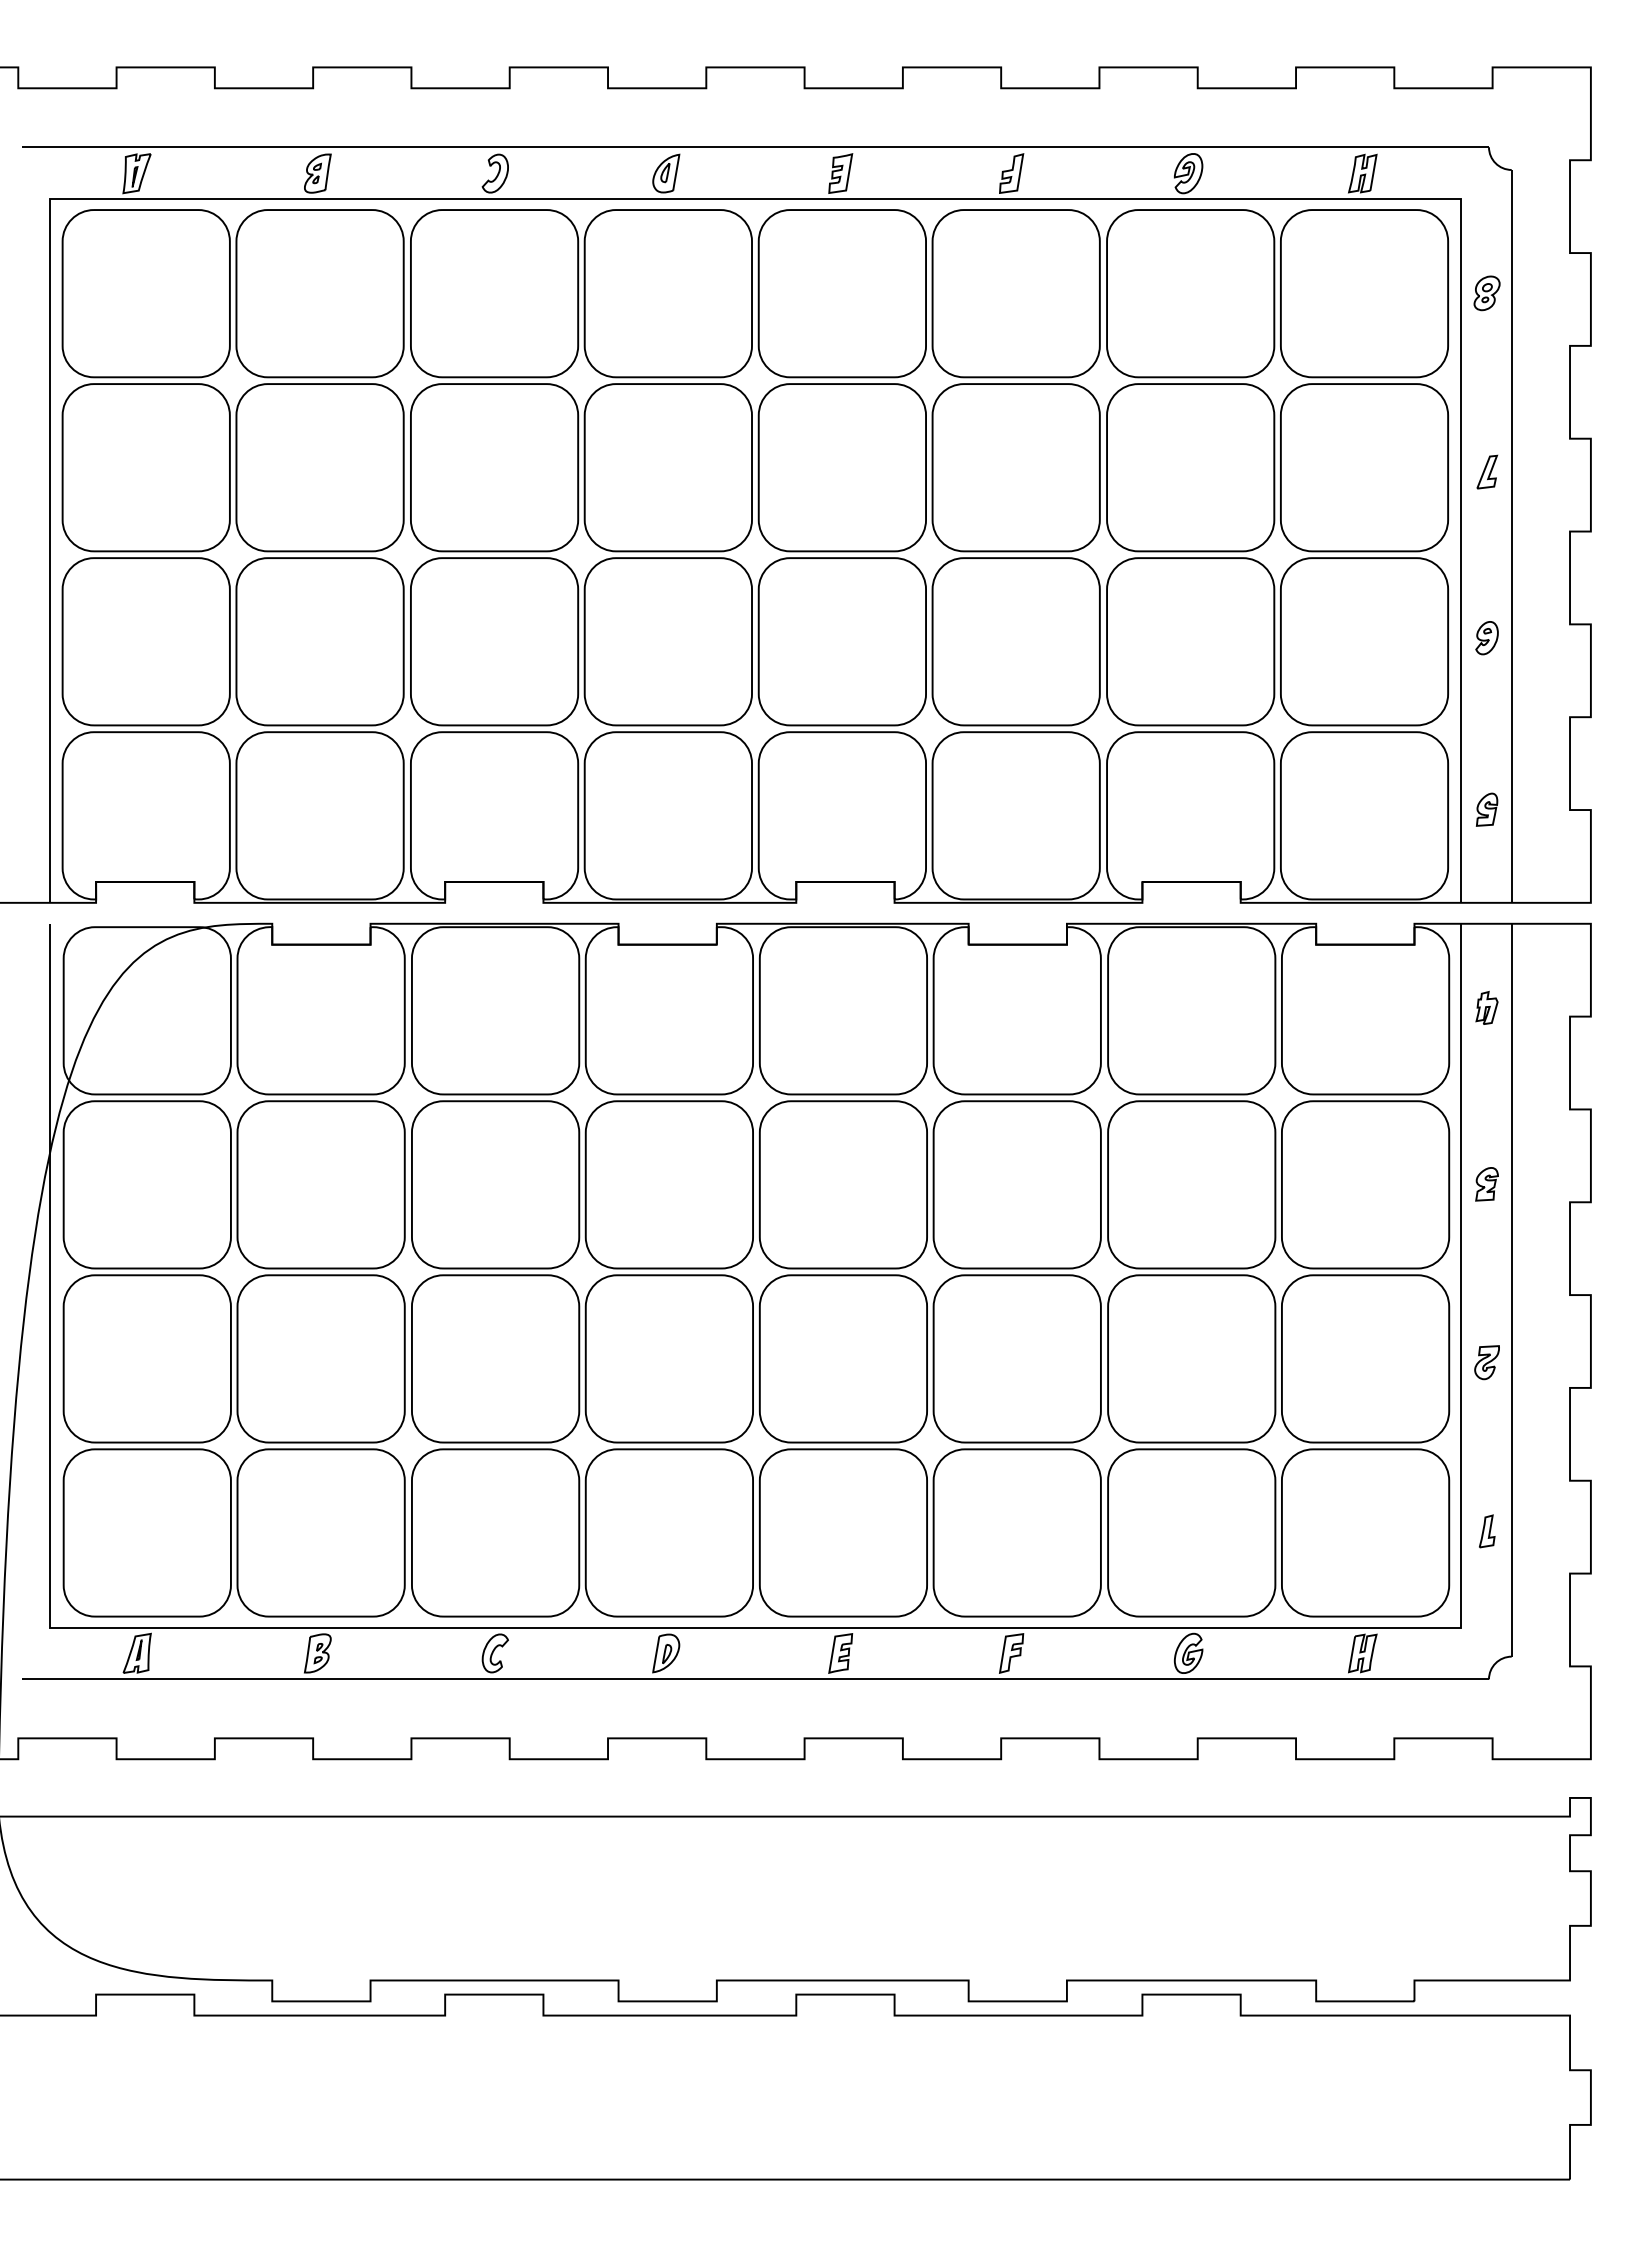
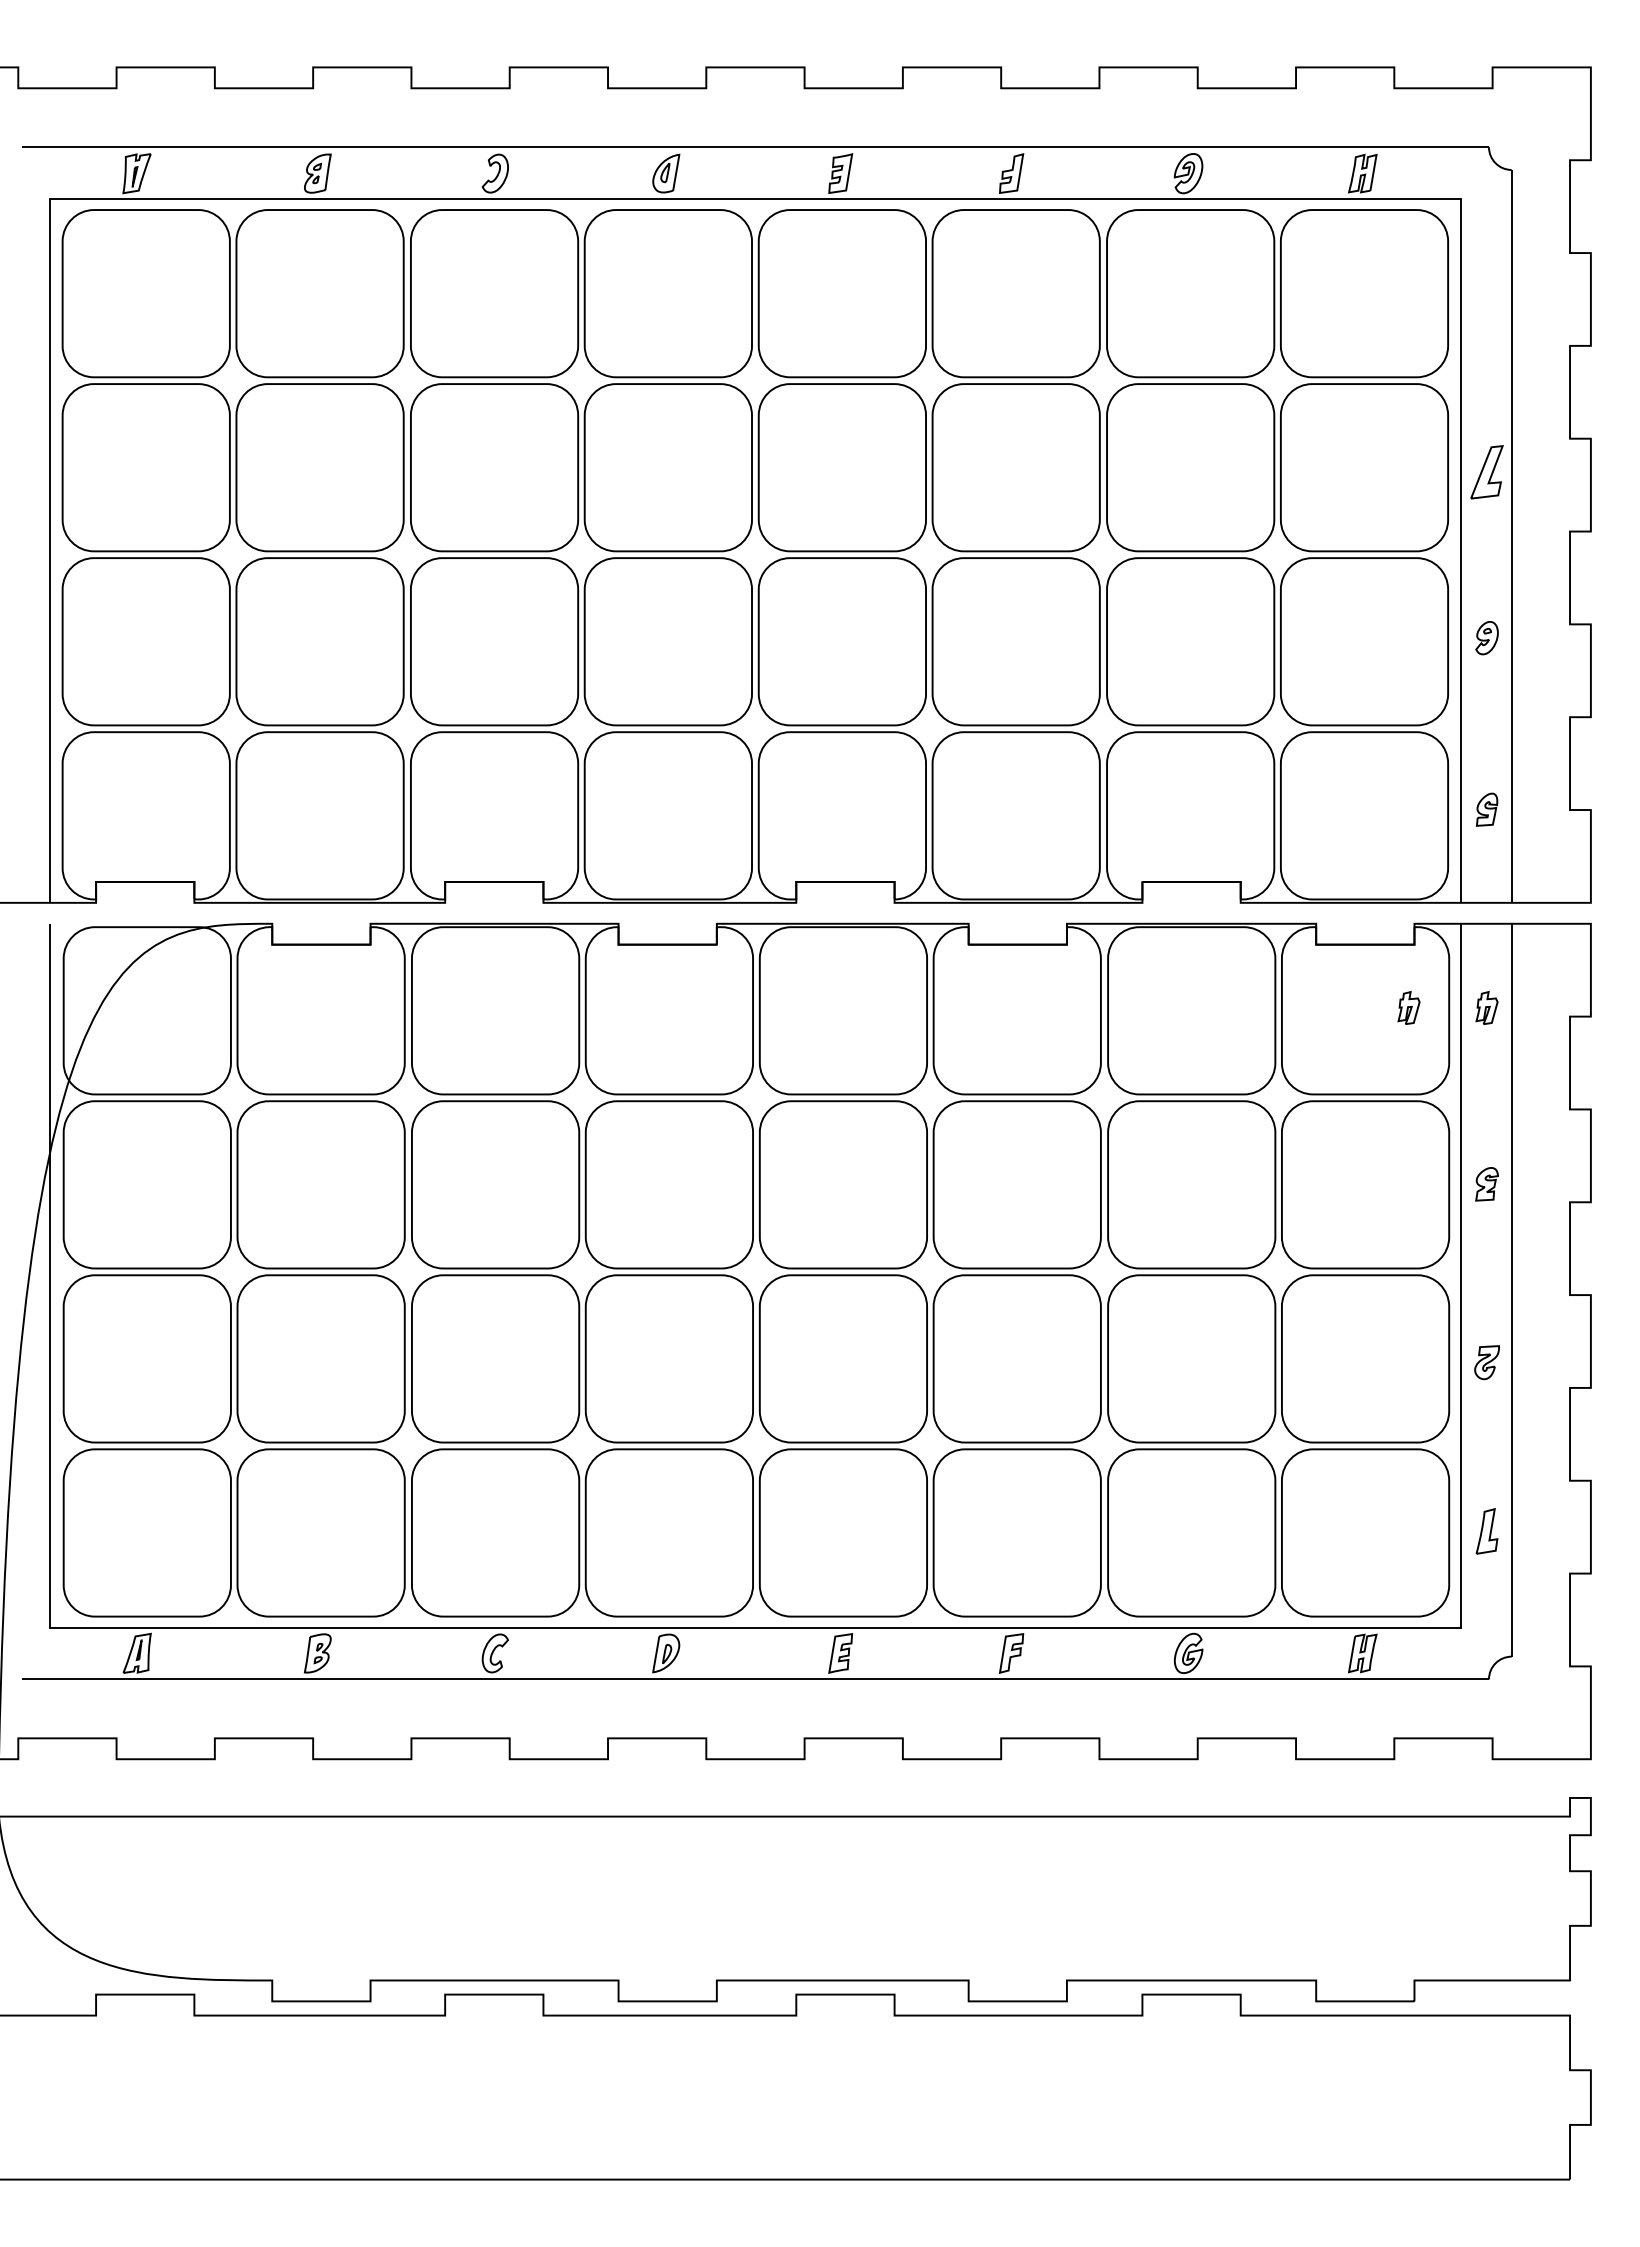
part at (1486, 293): present -> none
part at (1487, 471) size: 23x36 px -> 34x55 px
part at (1408, 1007): none -> present
part at (1487, 1531) size: 17x35 px -> 24x47 px
